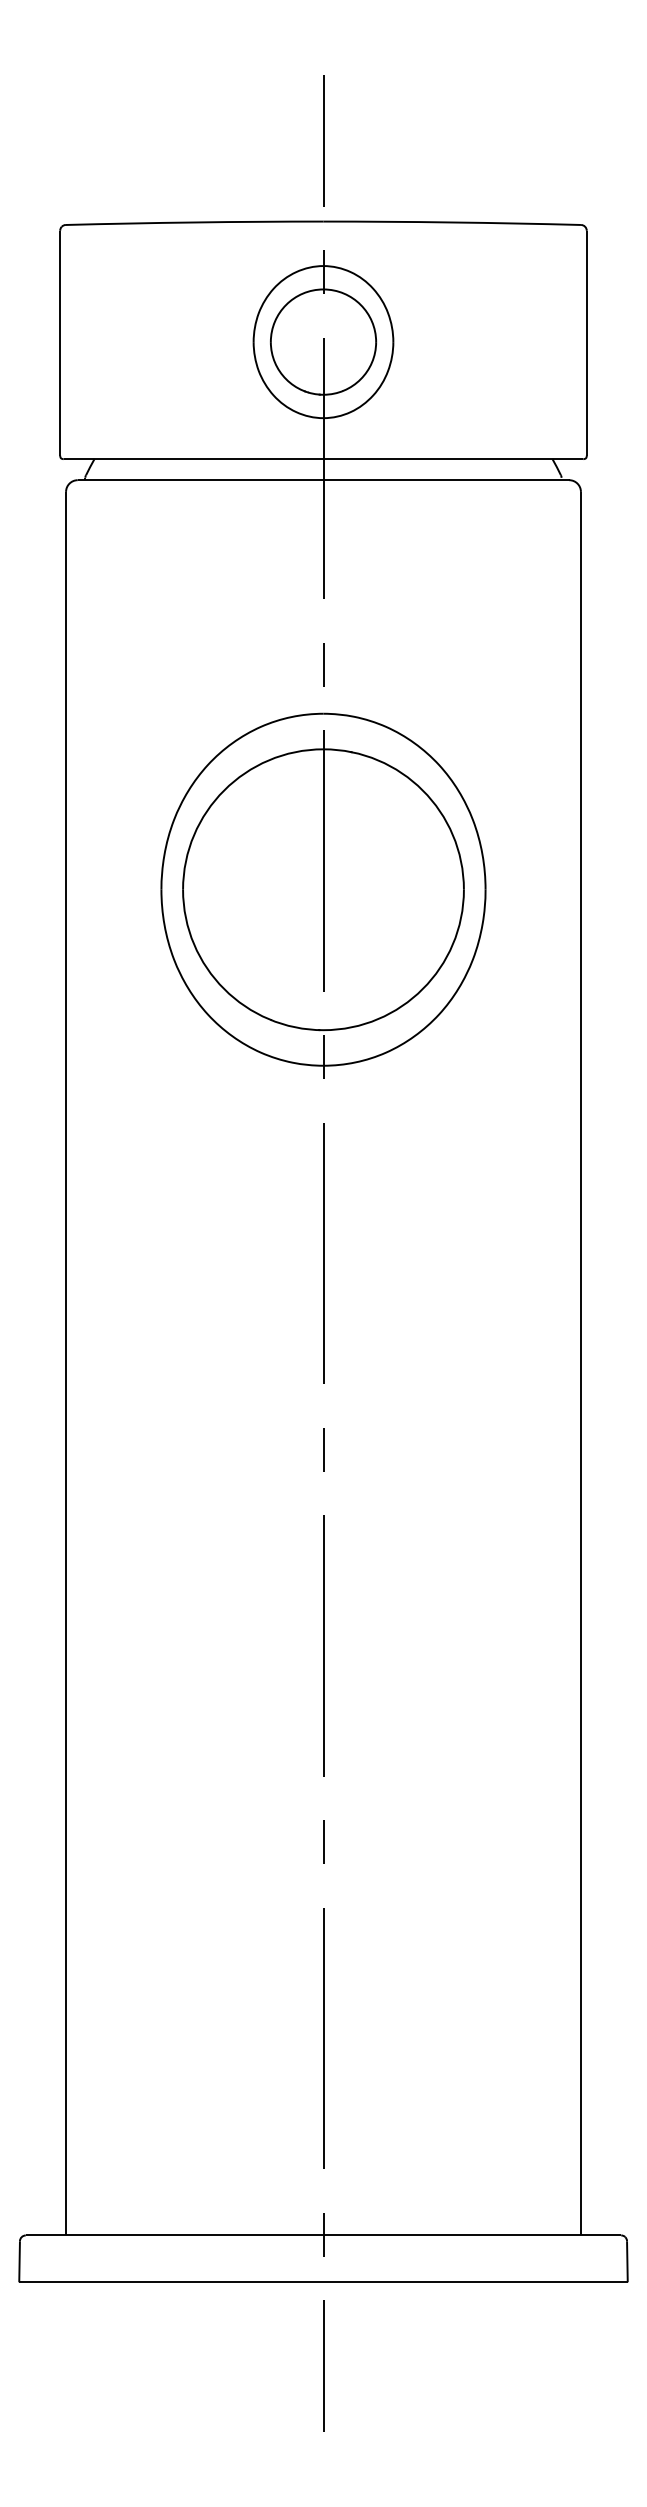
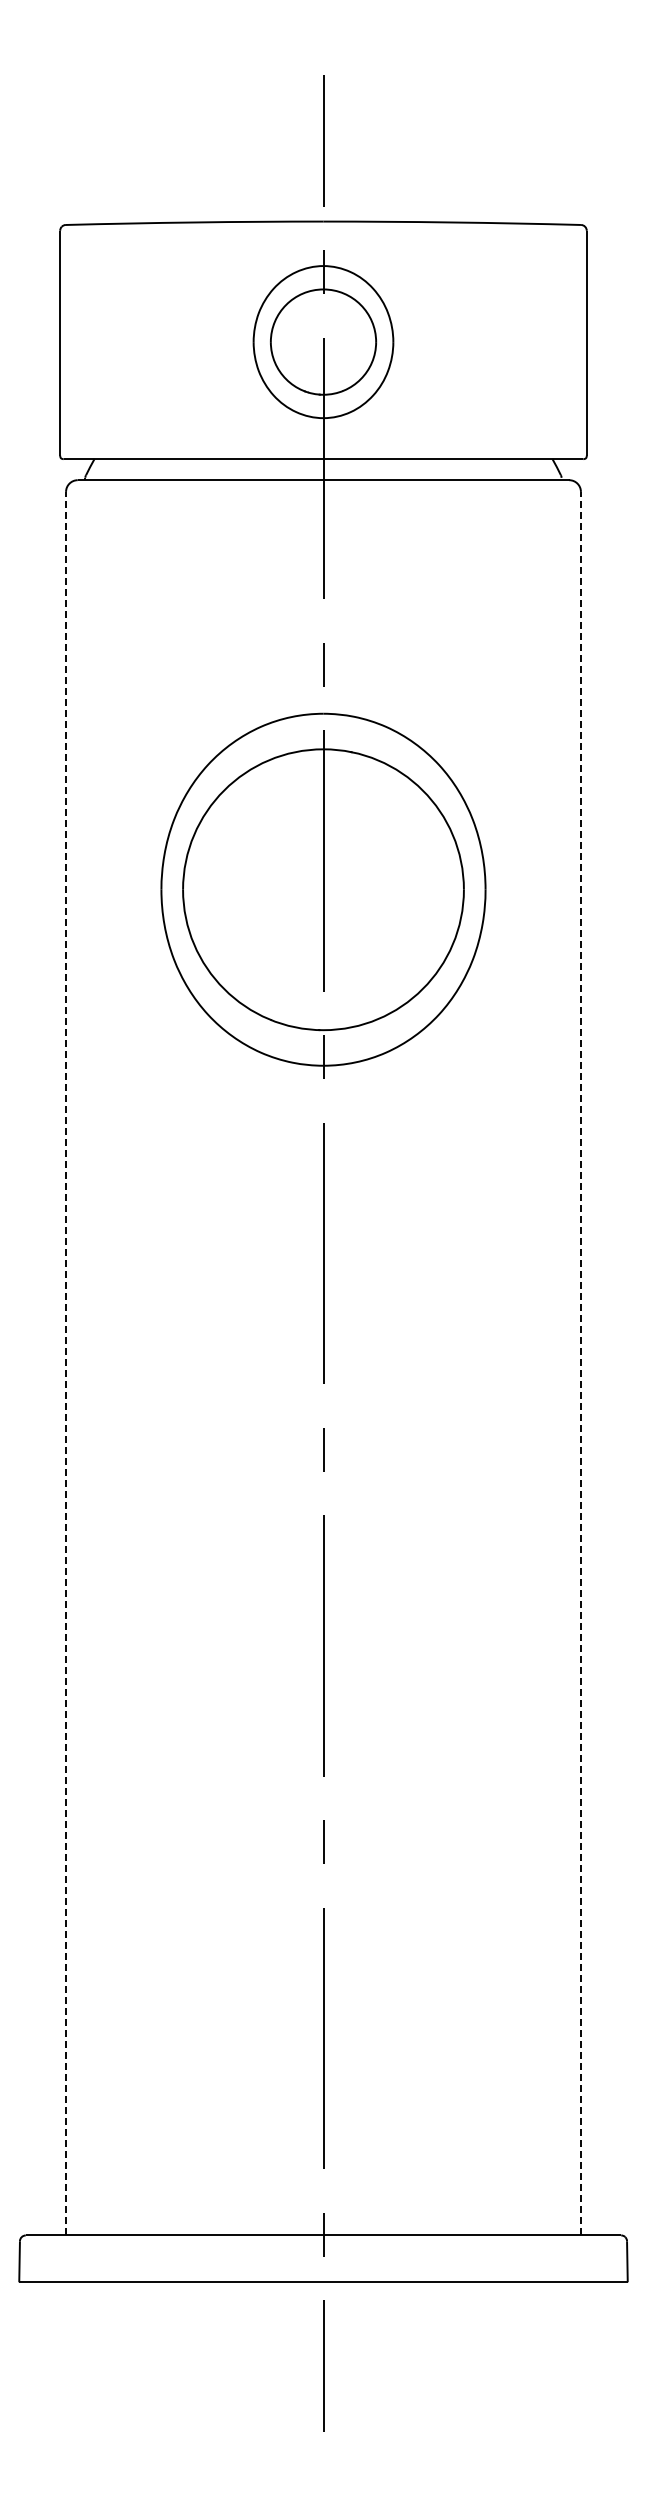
line at (66, 1363): solid -> dashed
line at (580, 1363): solid -> dashed
